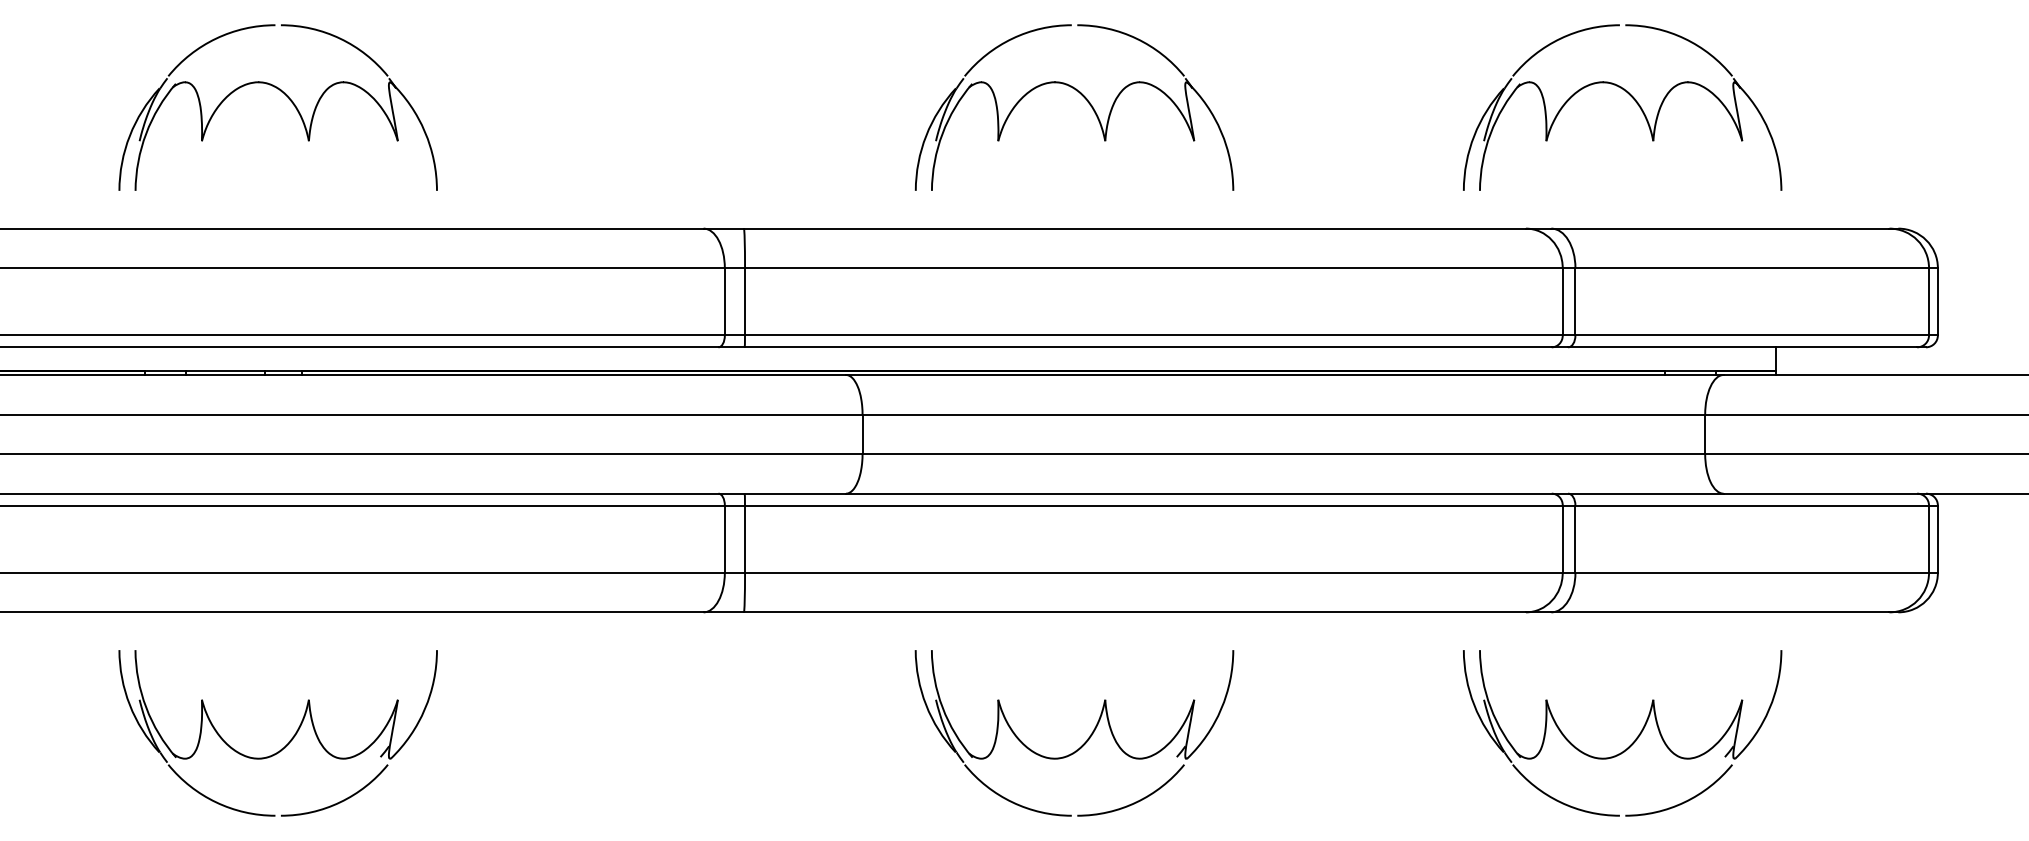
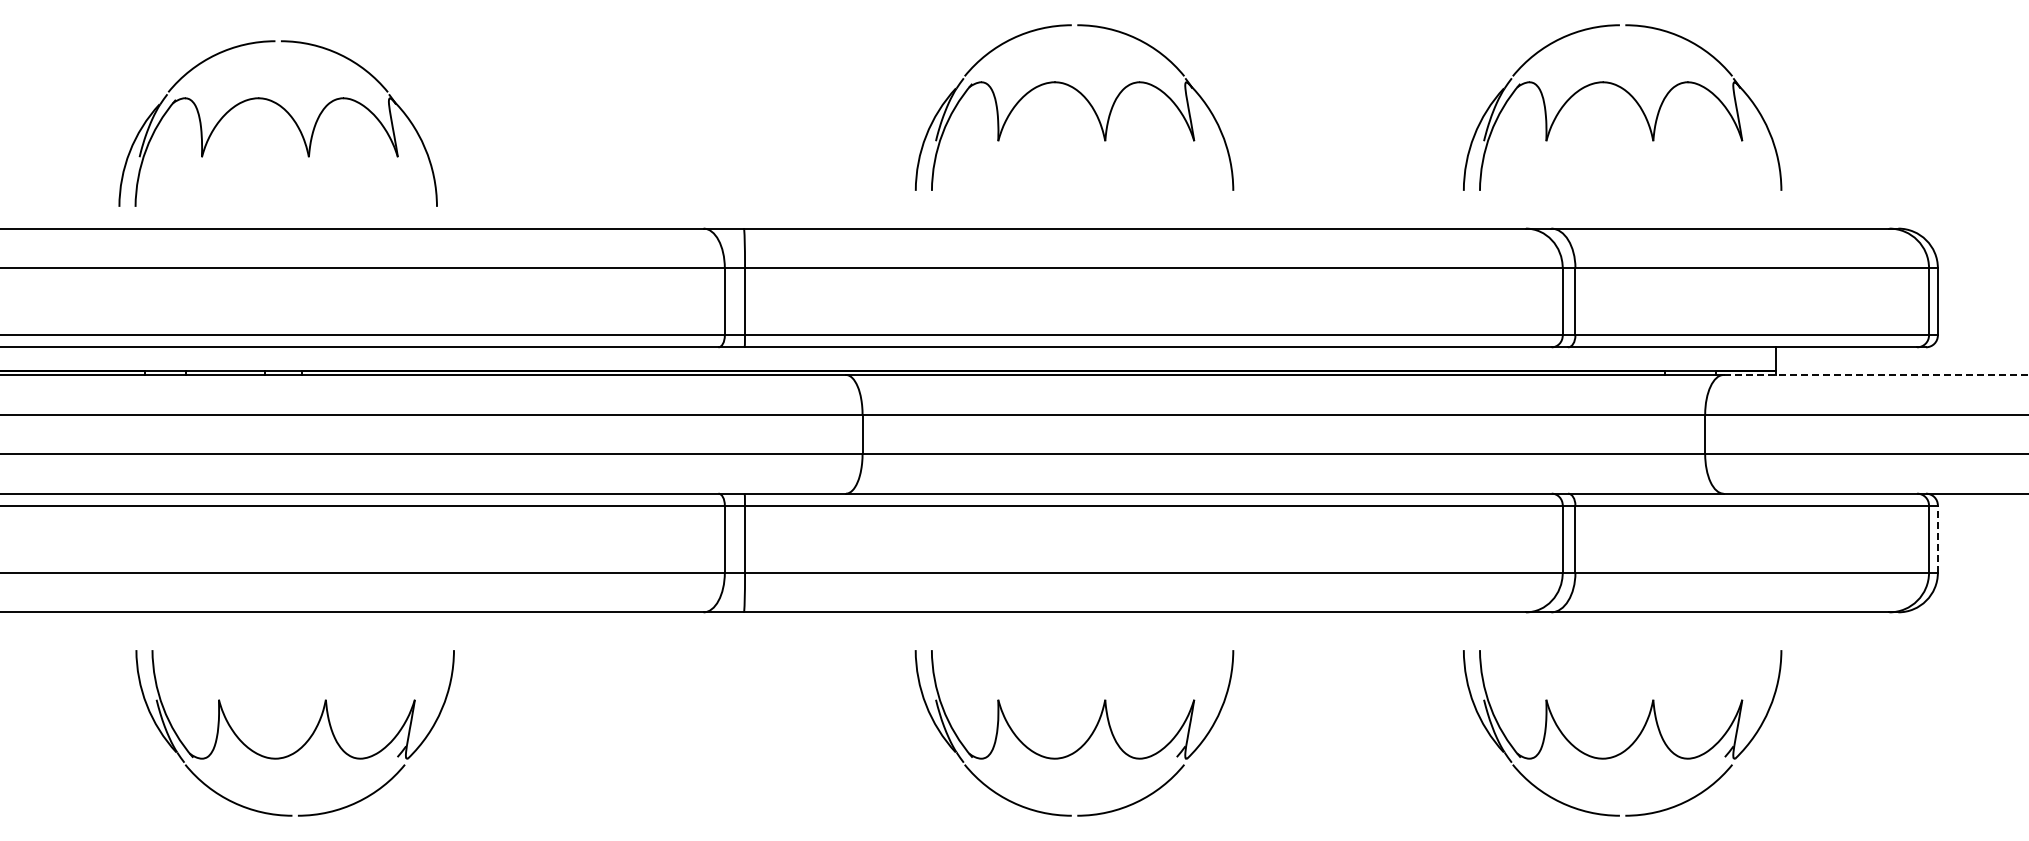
part at (289, 100) position: (289, 100) -> (289, 116)
line at (1876, 375): solid -> dashed
line at (1937, 539): solid -> dashed
part at (289, 740) position: (289, 740) -> (306, 740)
